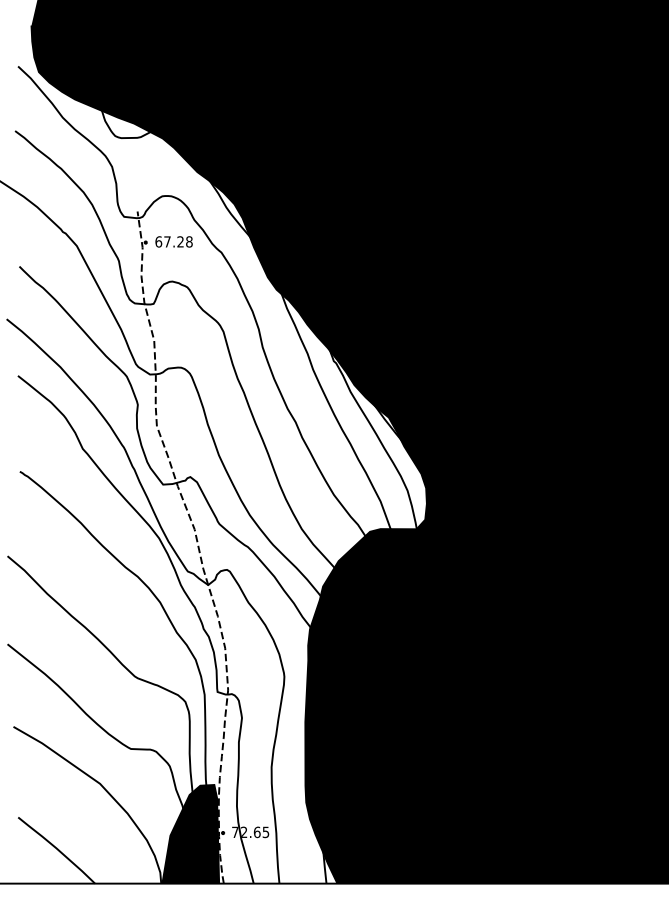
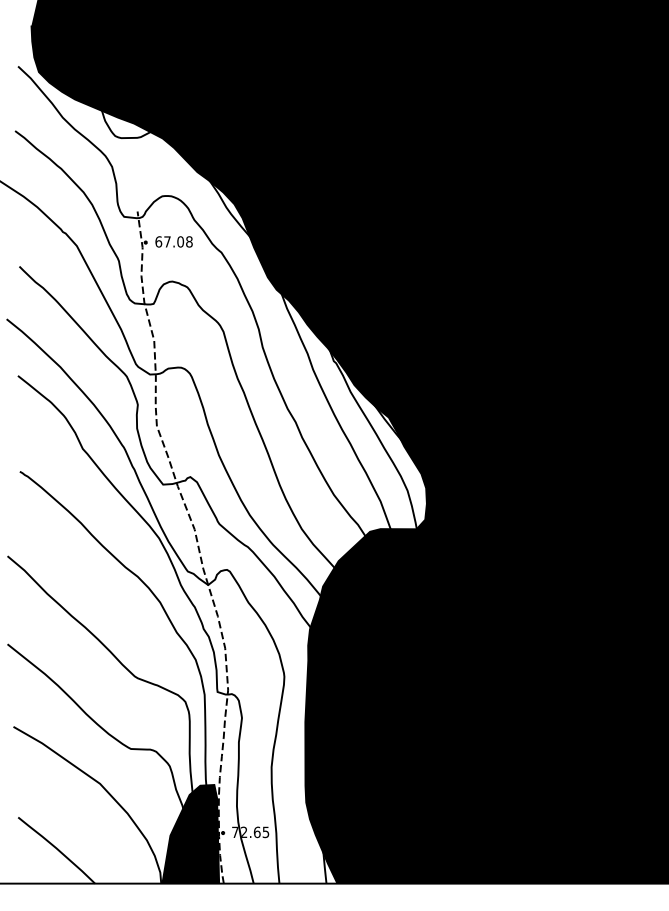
text at (180, 241): 67.28 -> 67.08
